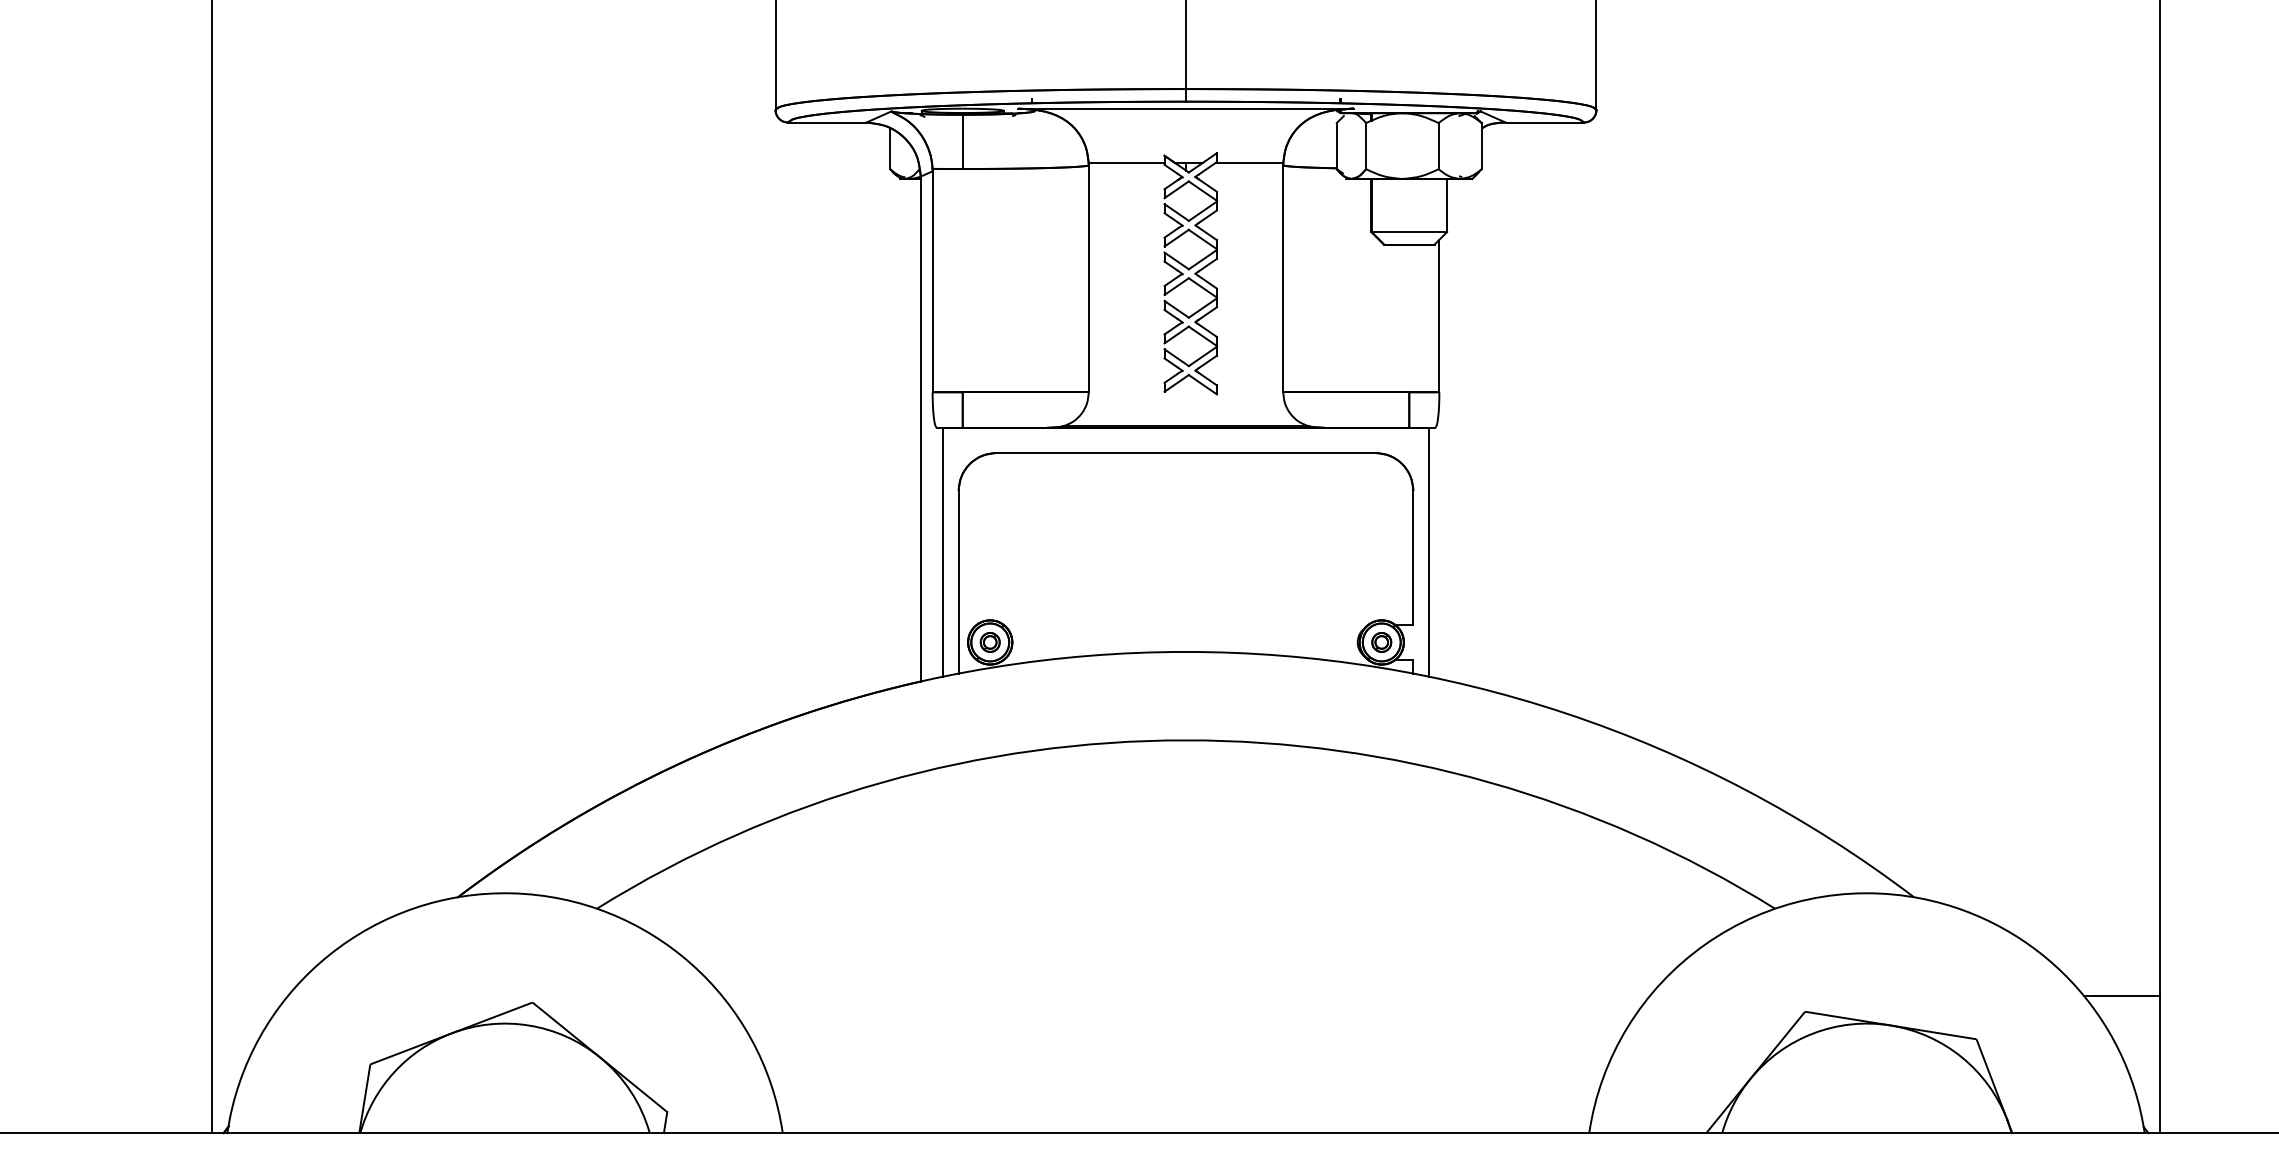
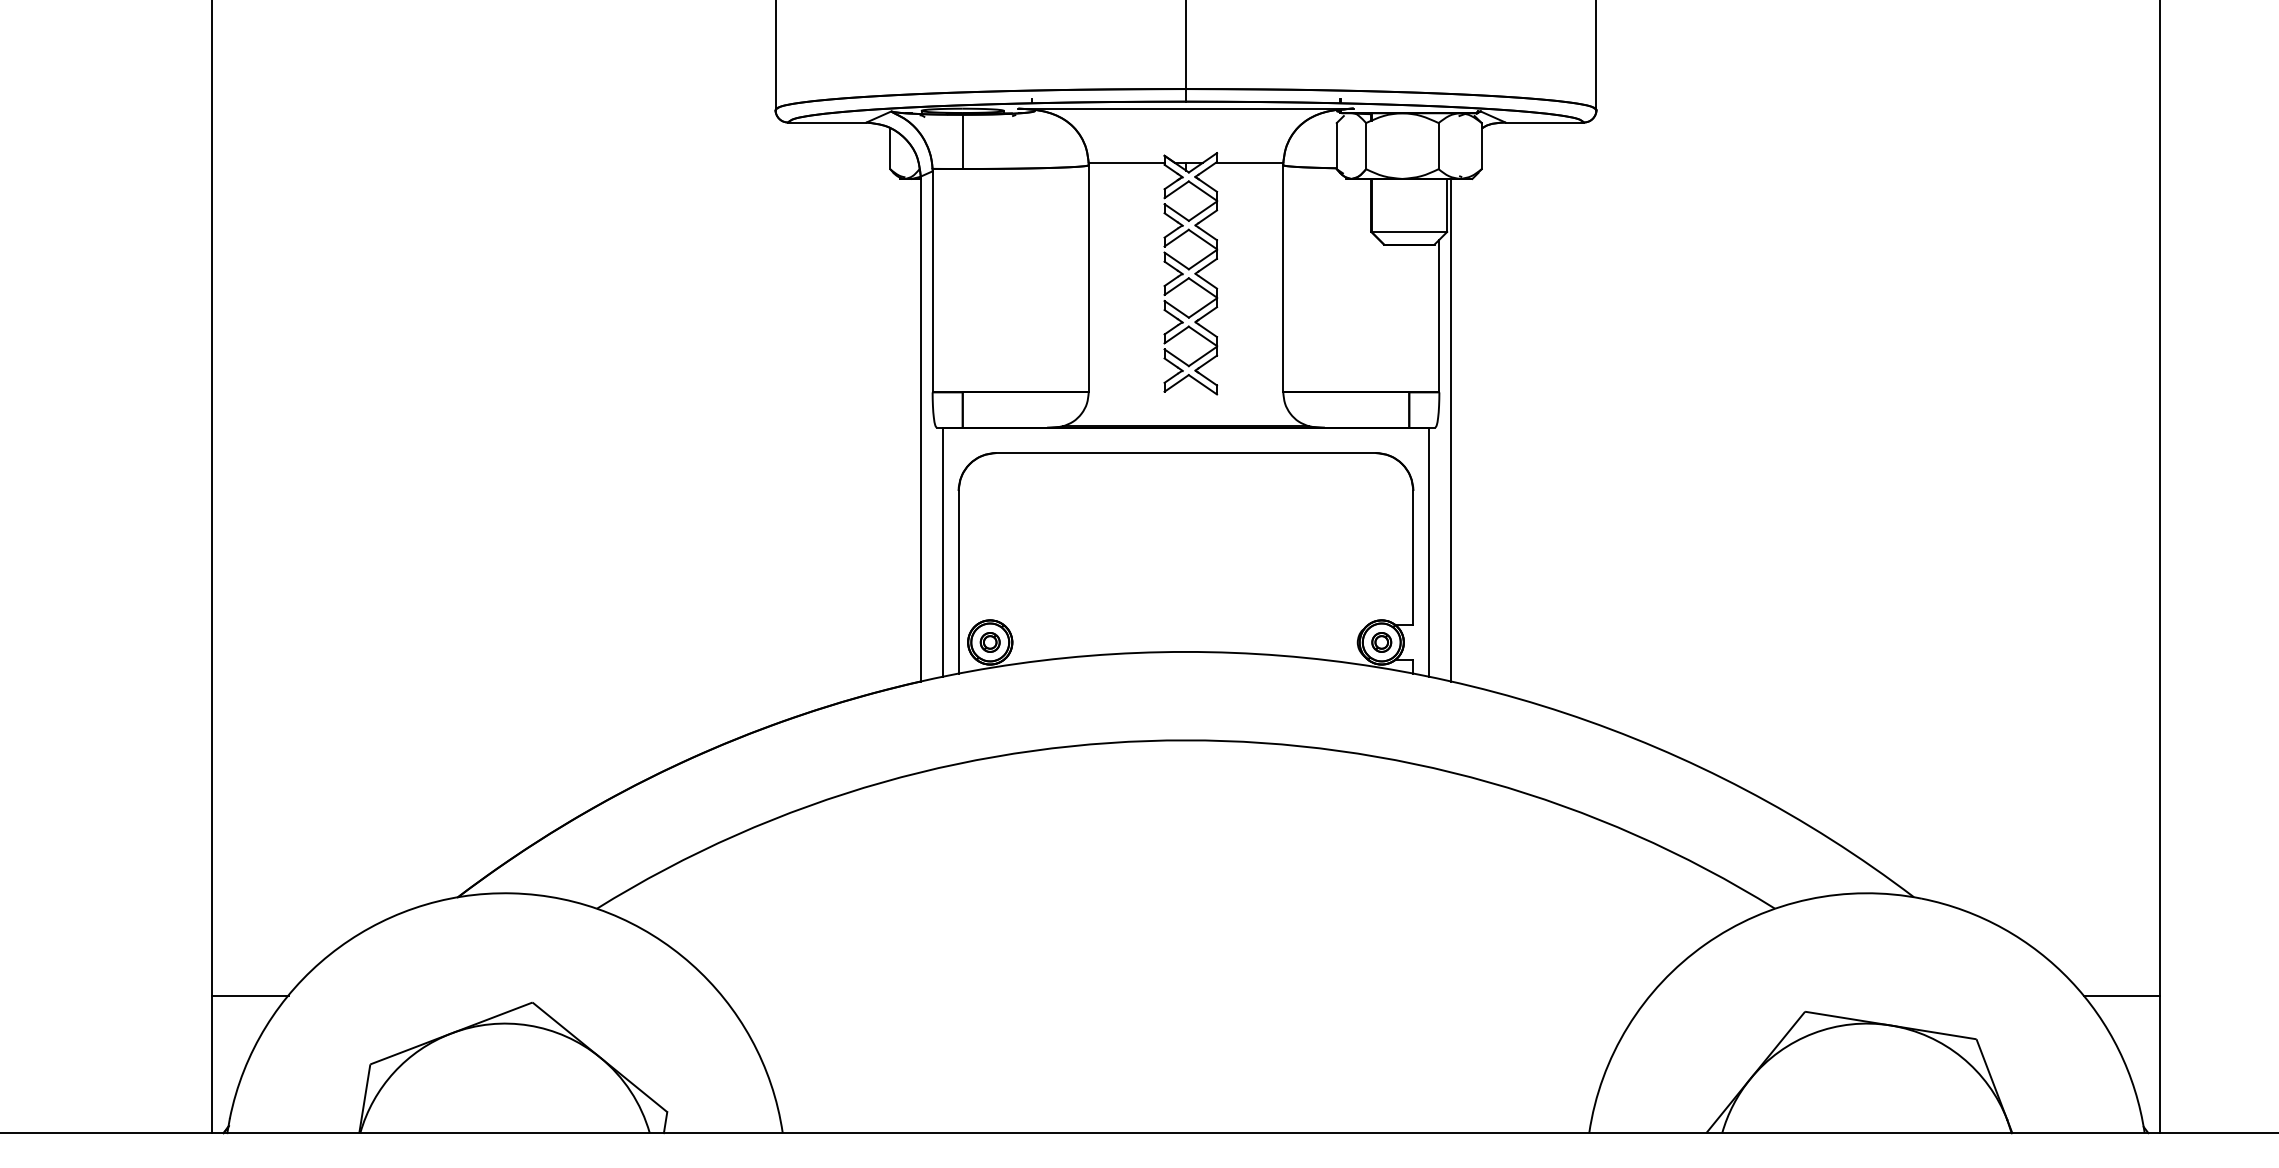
line at (1451, 429): none -> present
line at (249, 996): none -> present
